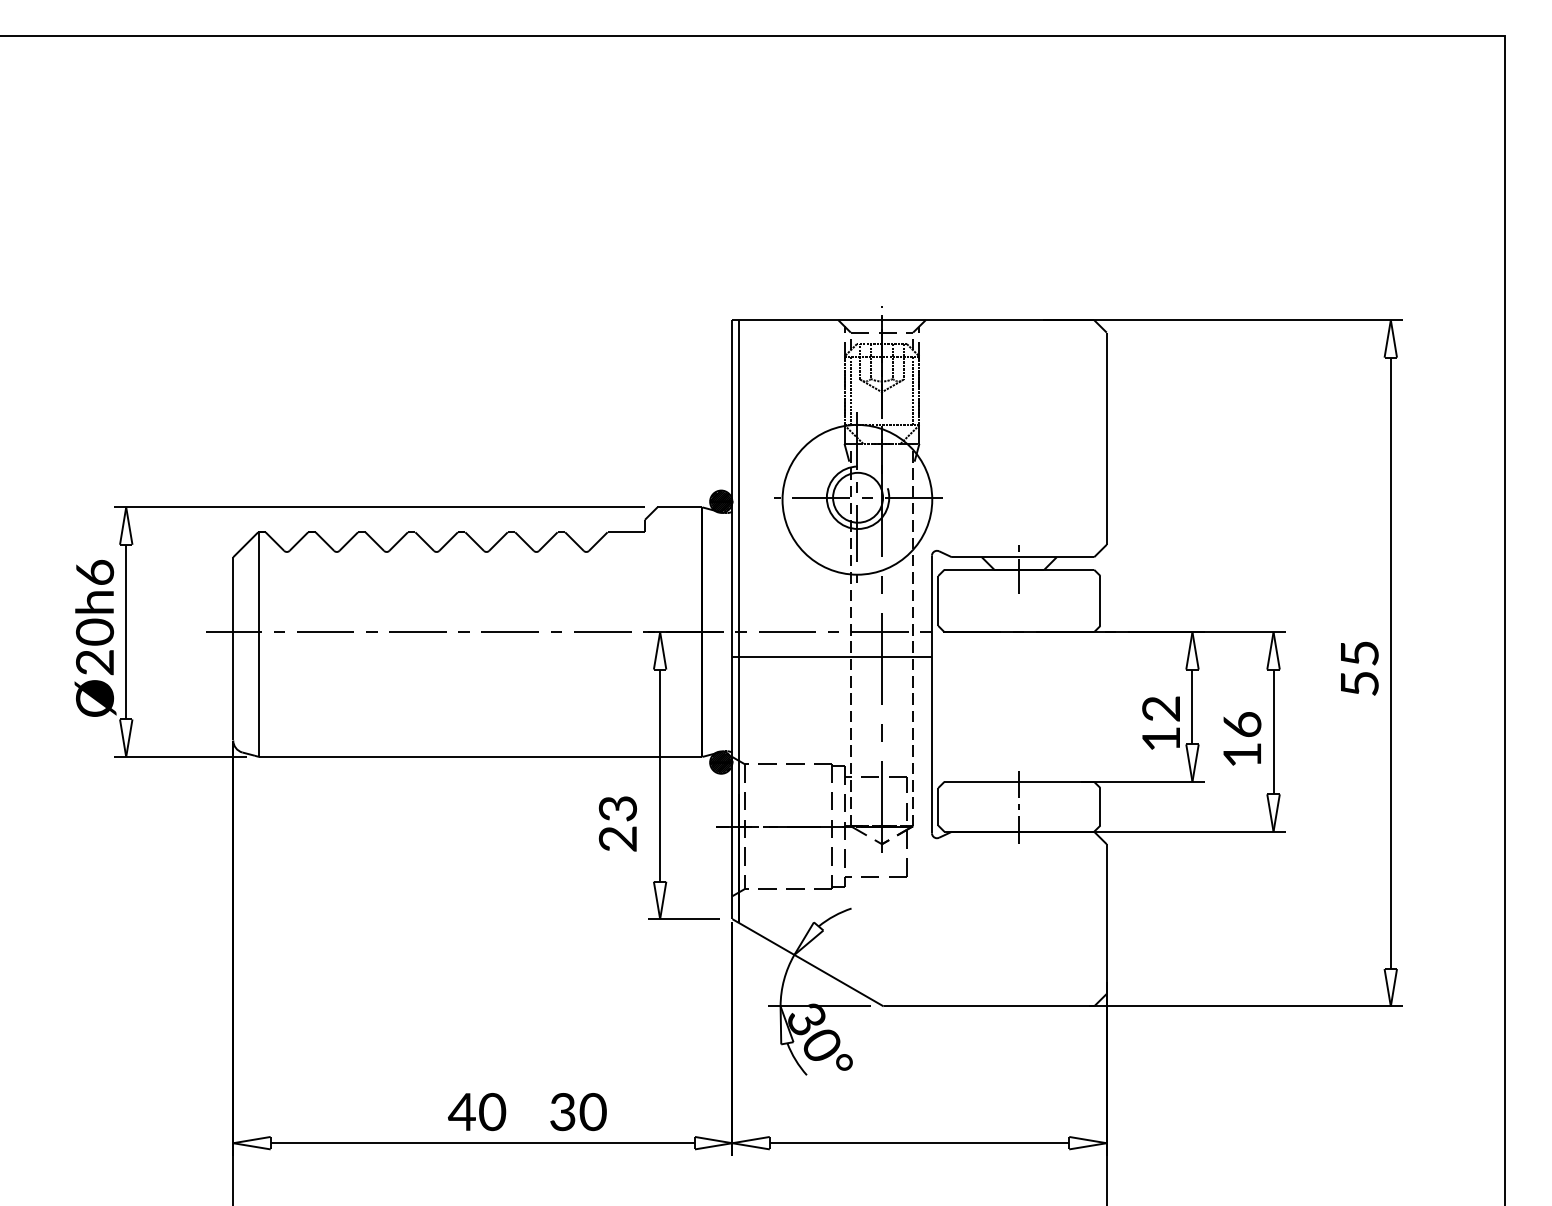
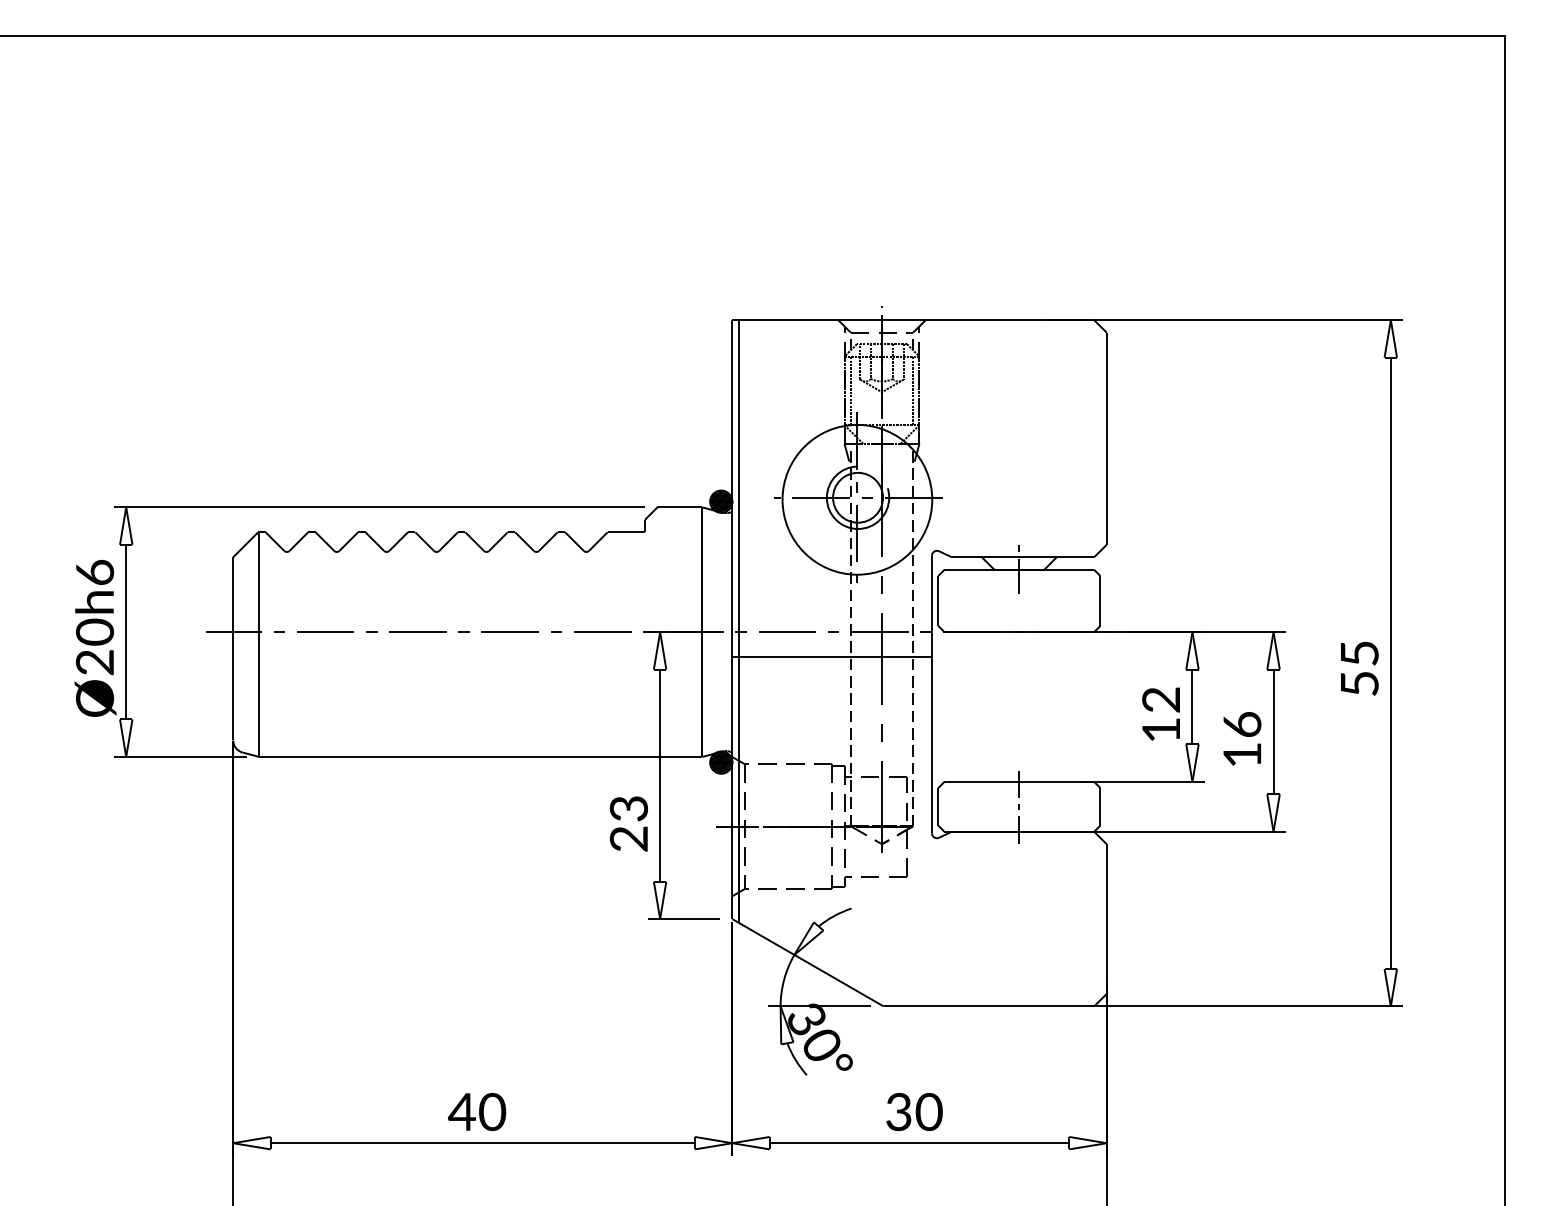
text at (1160, 722) position: (1160, 722) -> (1160, 713)
text at (617, 823) position: (617, 823) -> (628, 823)
text at (578, 1112) position: (578, 1112) -> (914, 1112)
